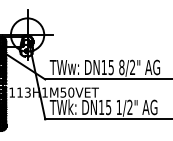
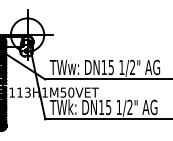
text at (121, 67): 8/2" -> 1/2"
